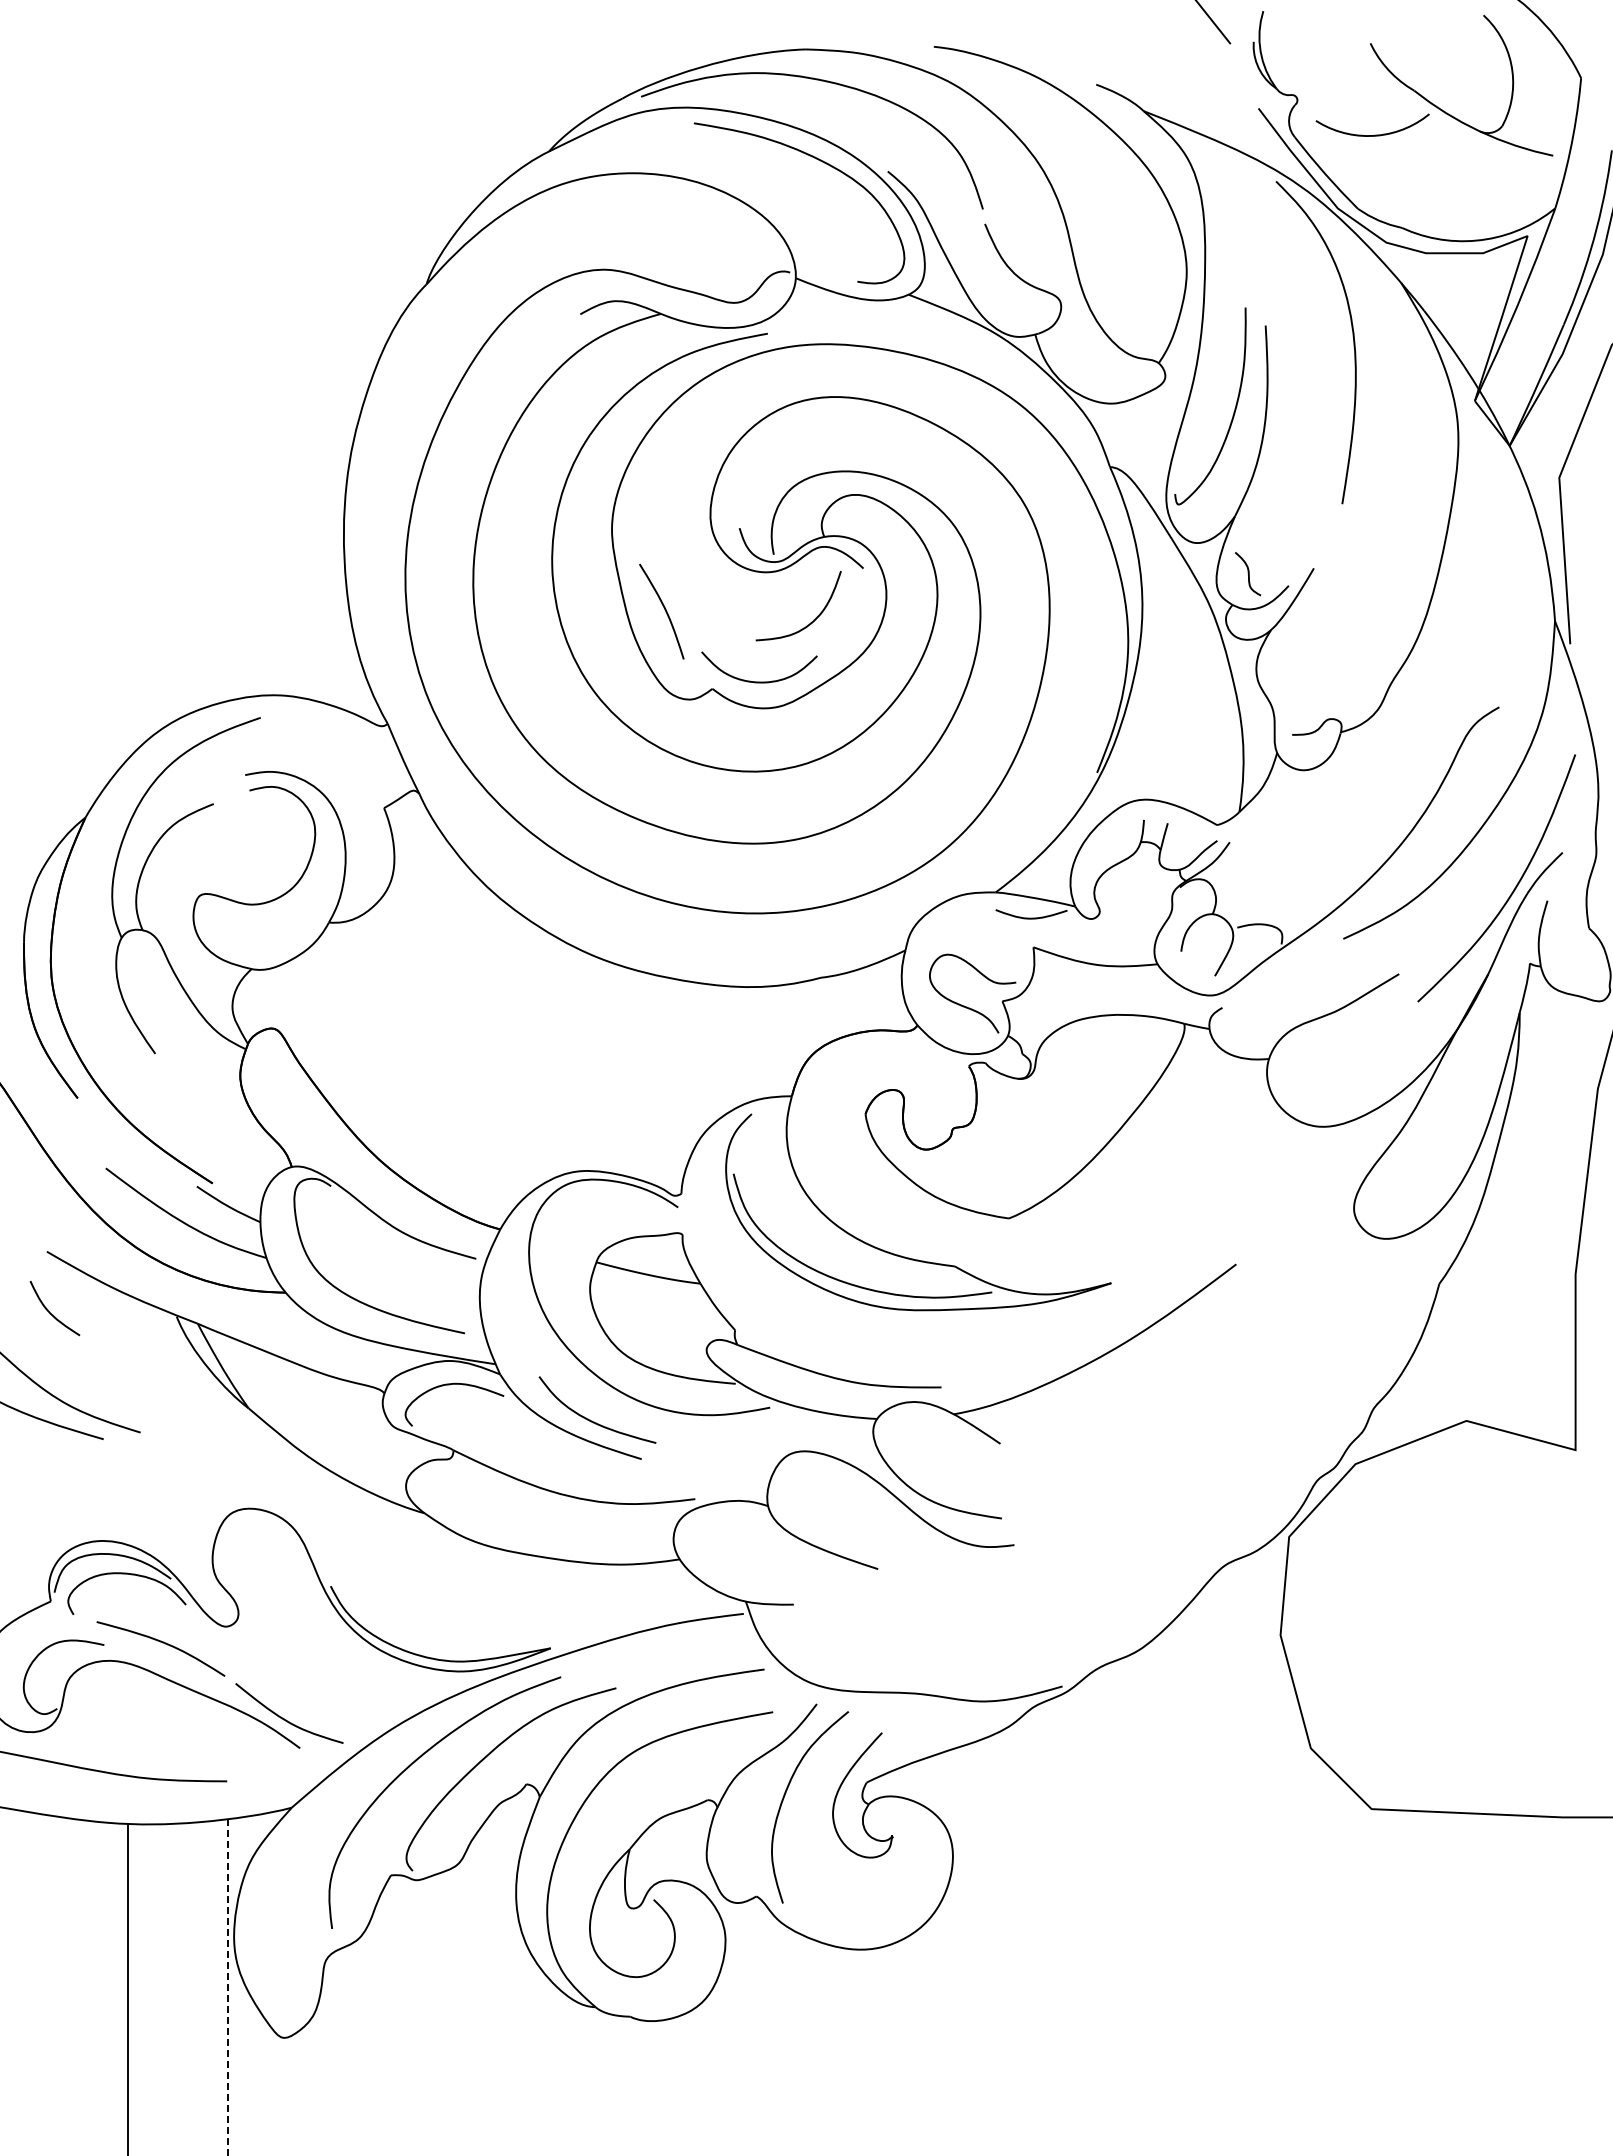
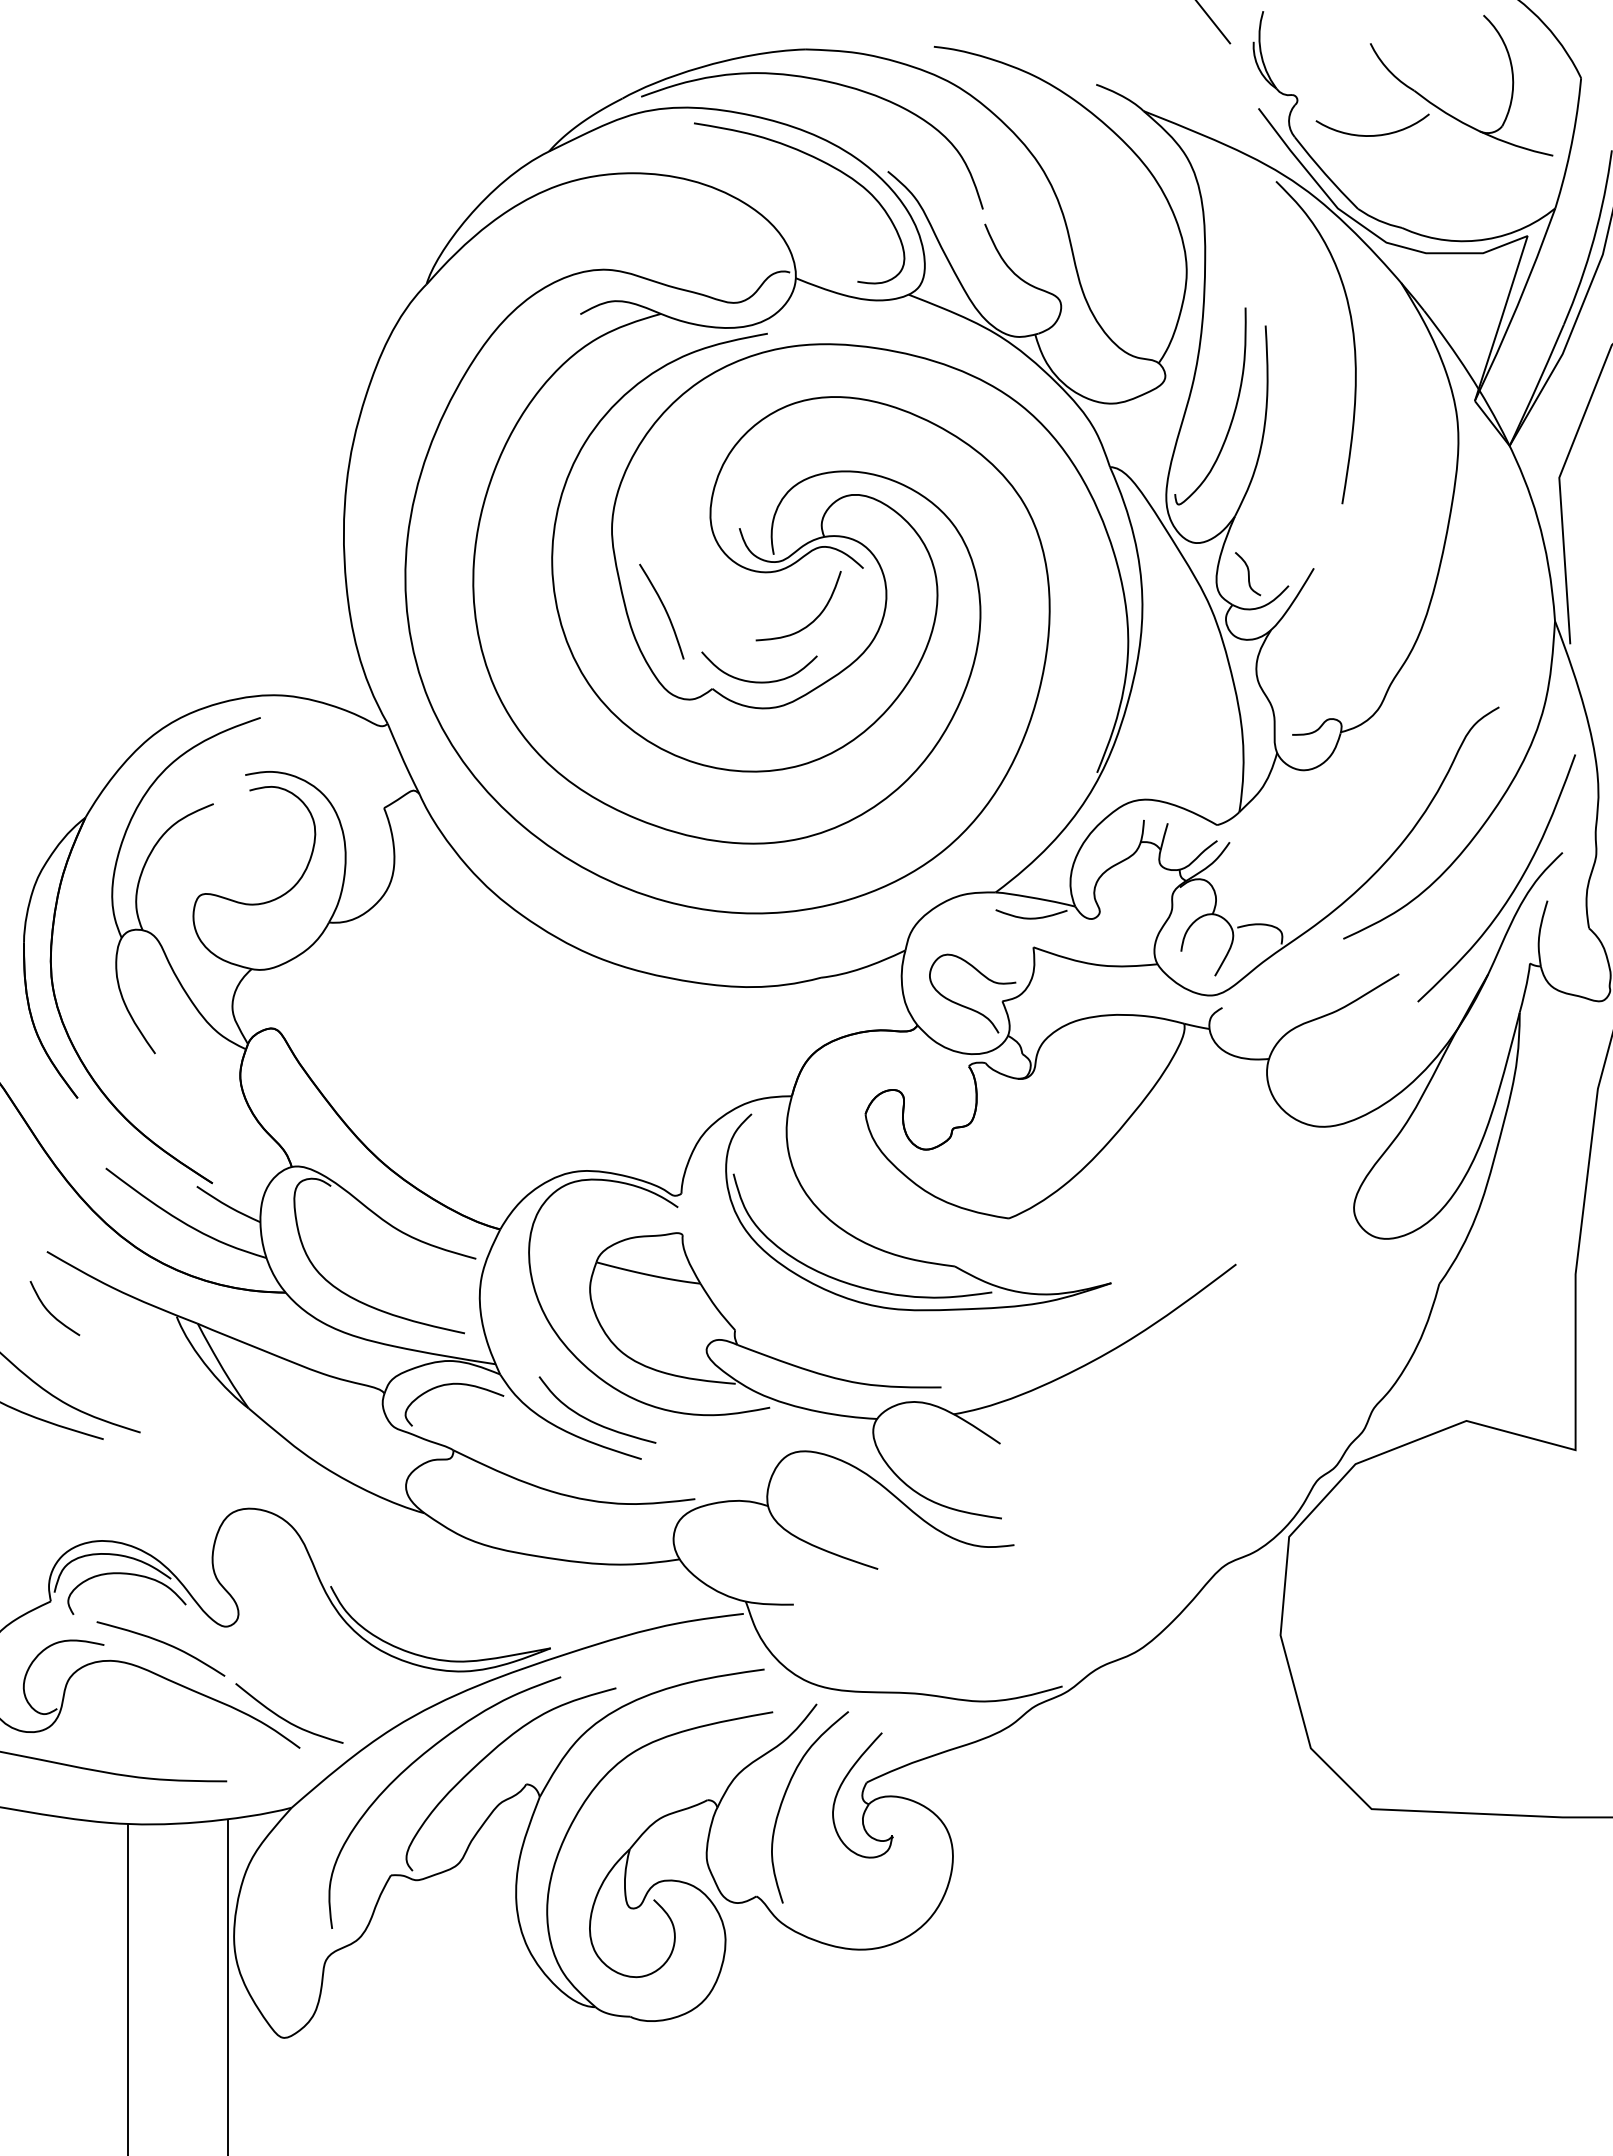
line at (227, 1987): dashed -> solid
